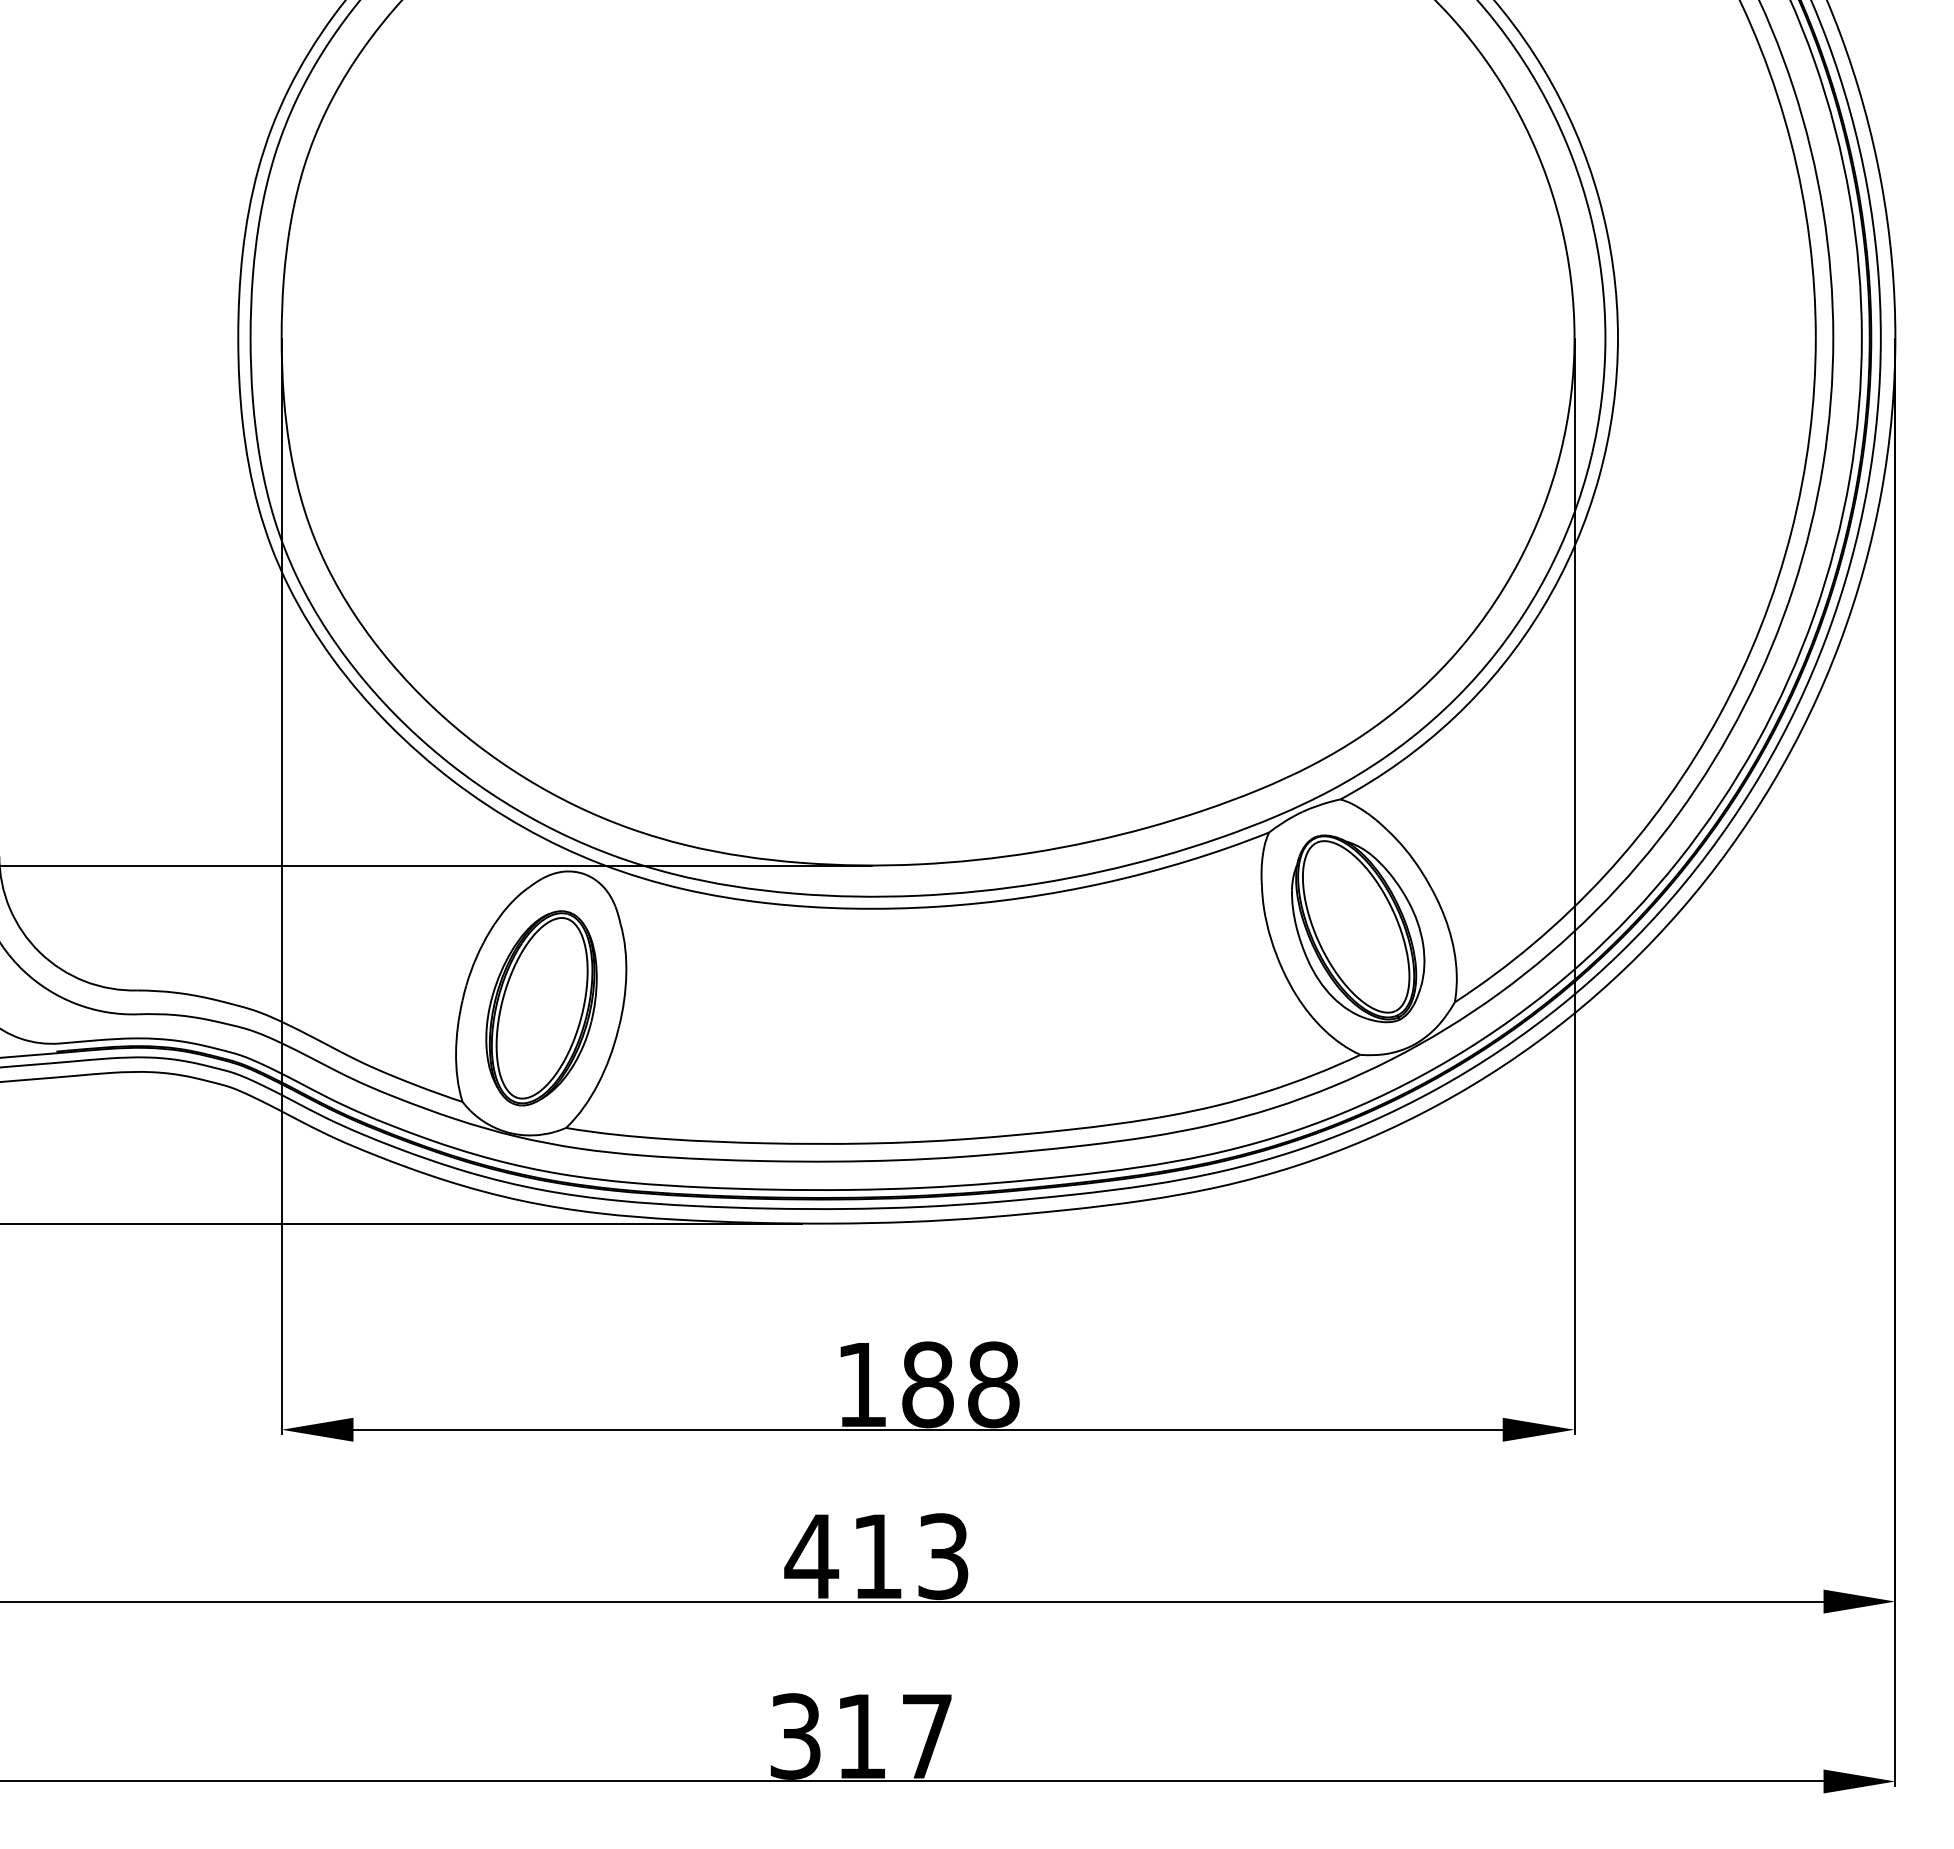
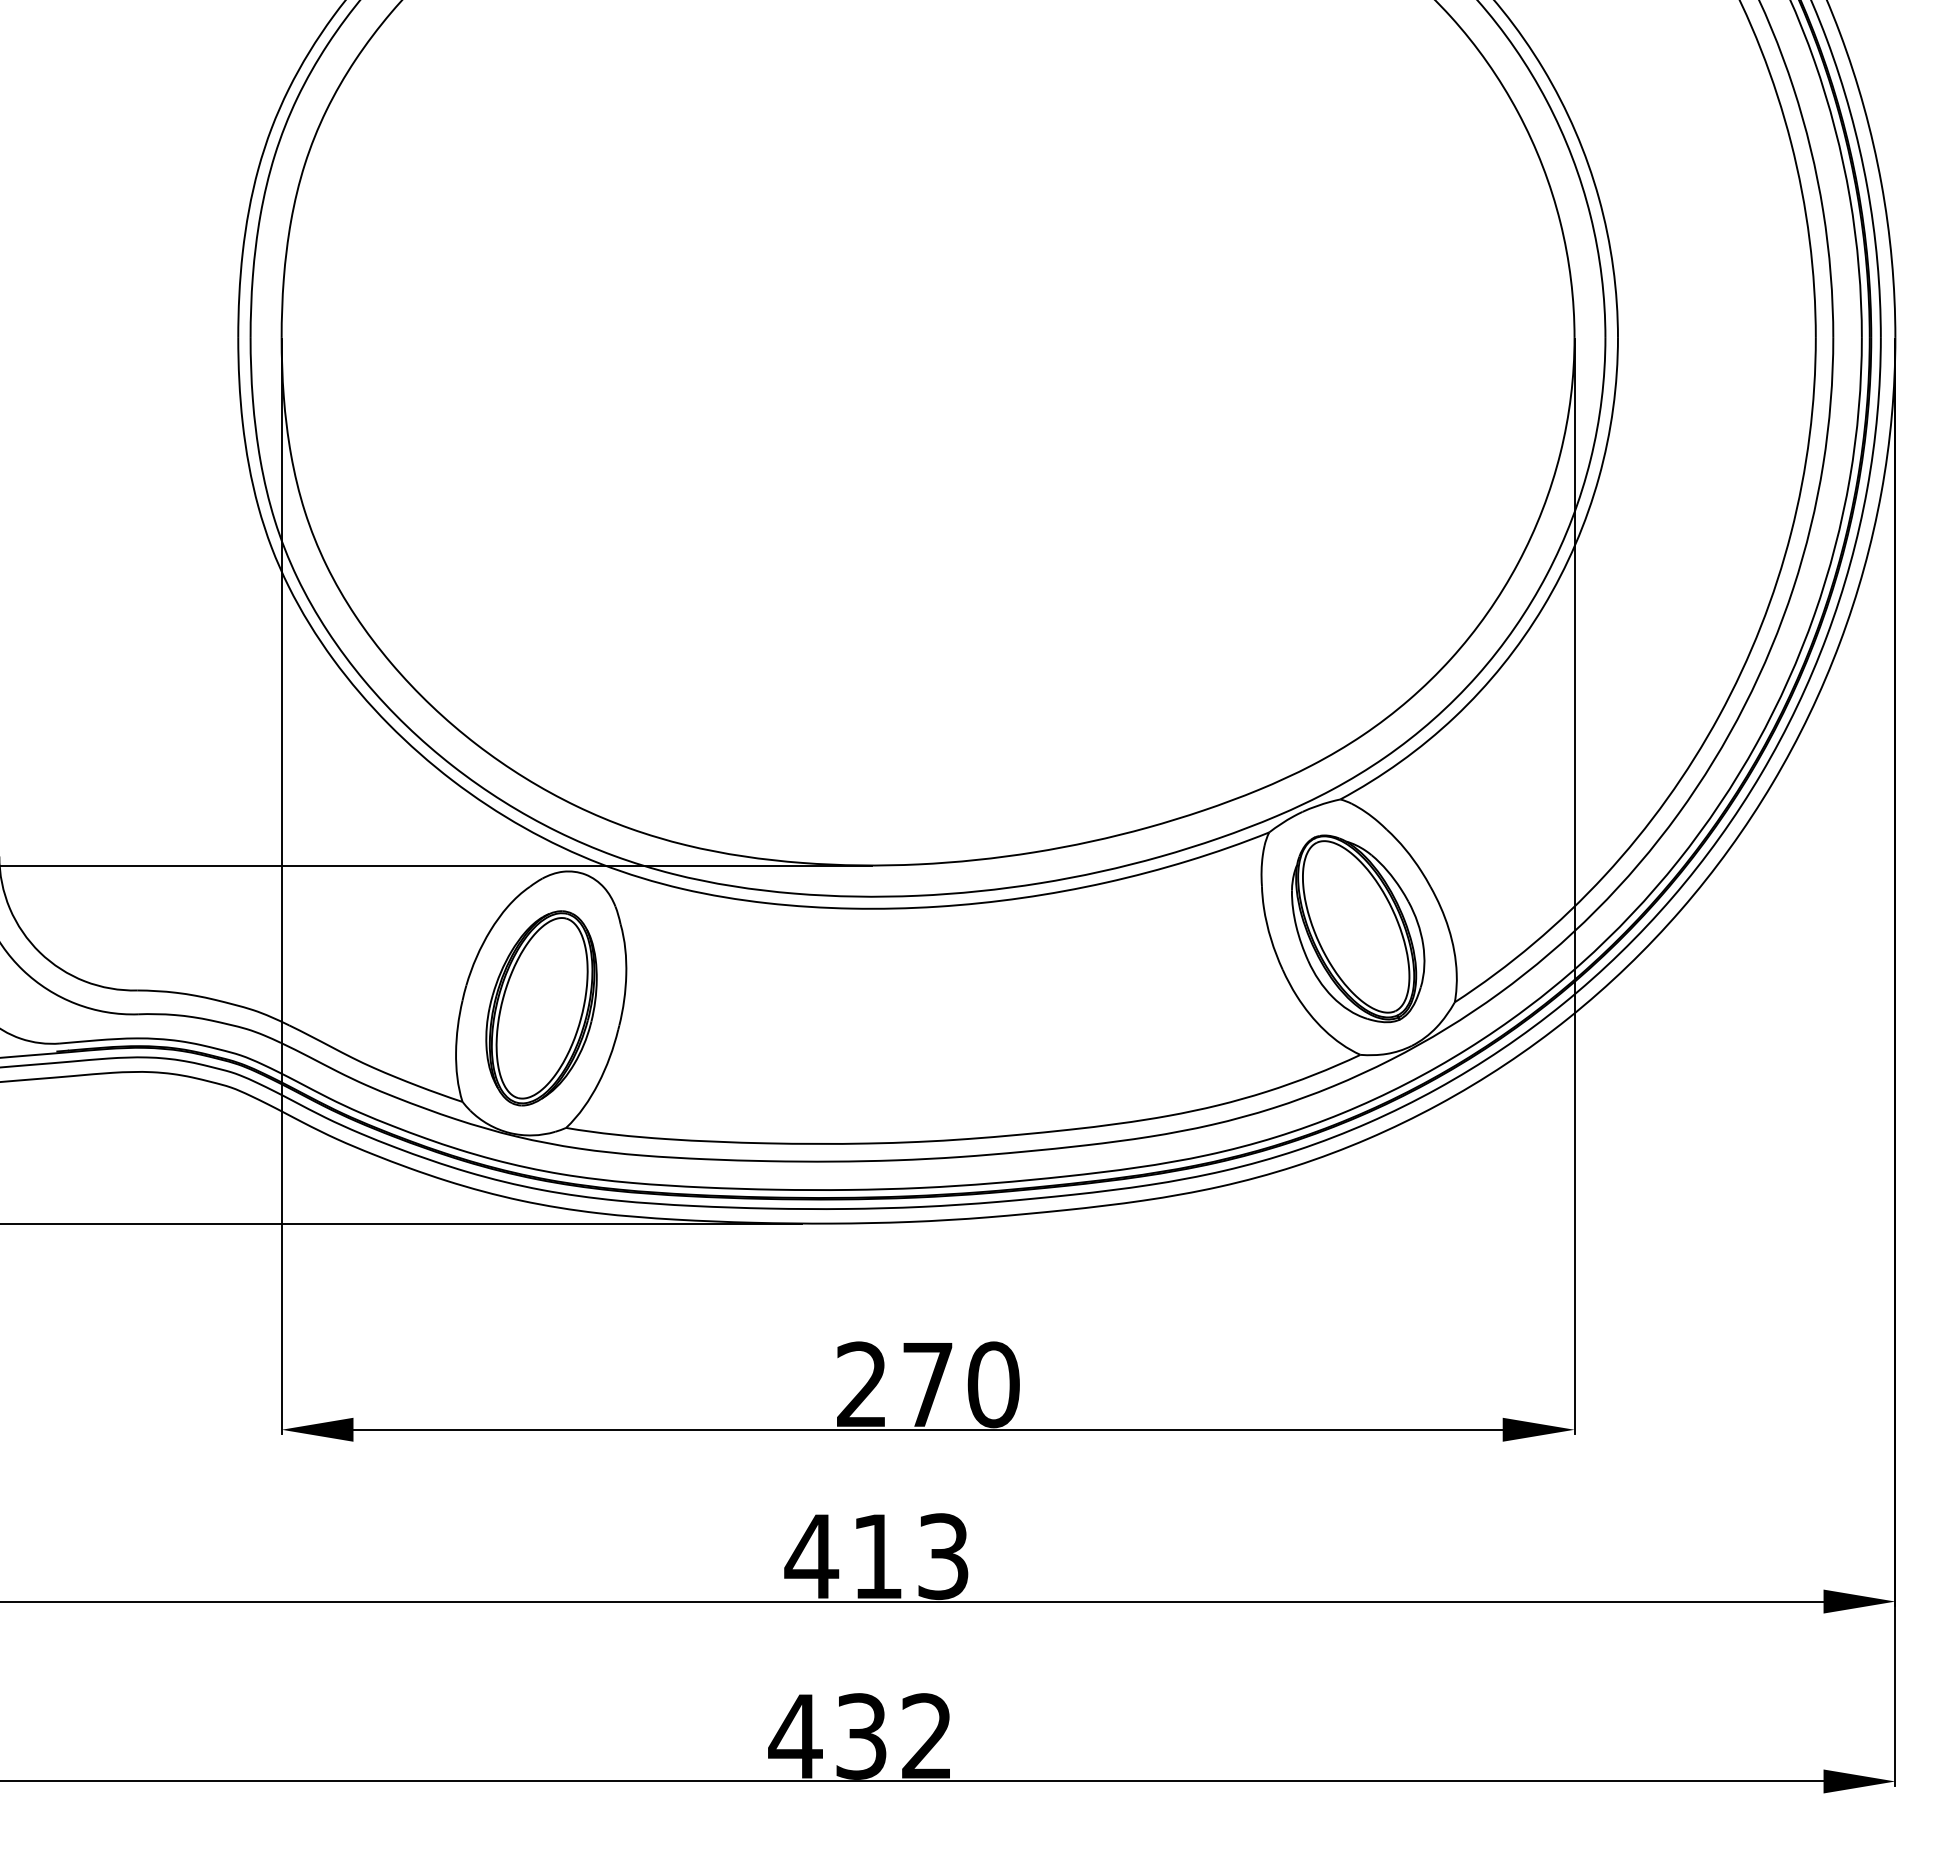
text at (928, 1384): 188 -> 270
text at (859, 1736): 317 -> 432
